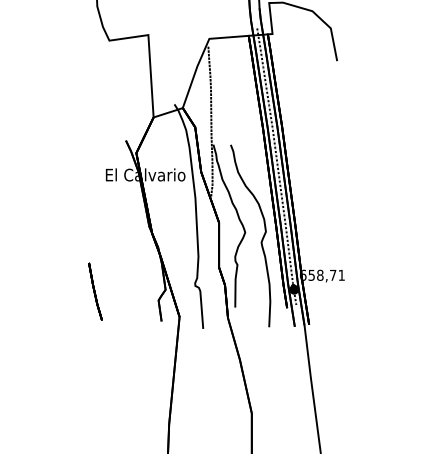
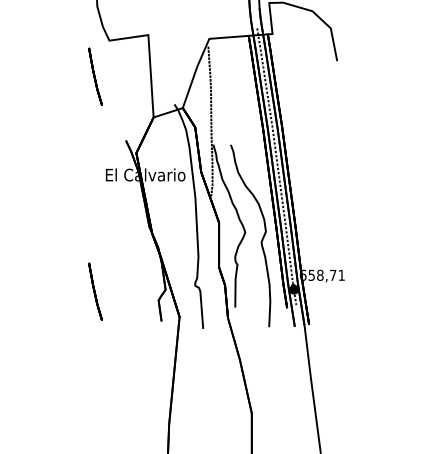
line at (95, 76): none -> present
